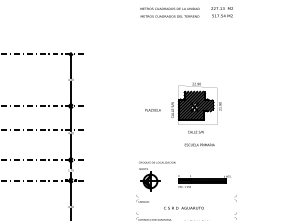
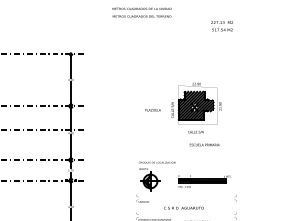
text at (169, 12) position: (169, 12) -> (141, 12)
text at (221, 12) position: (221, 12) -> (221, 26)
text at (199, 144) position: (199, 144) -> (204, 144)
